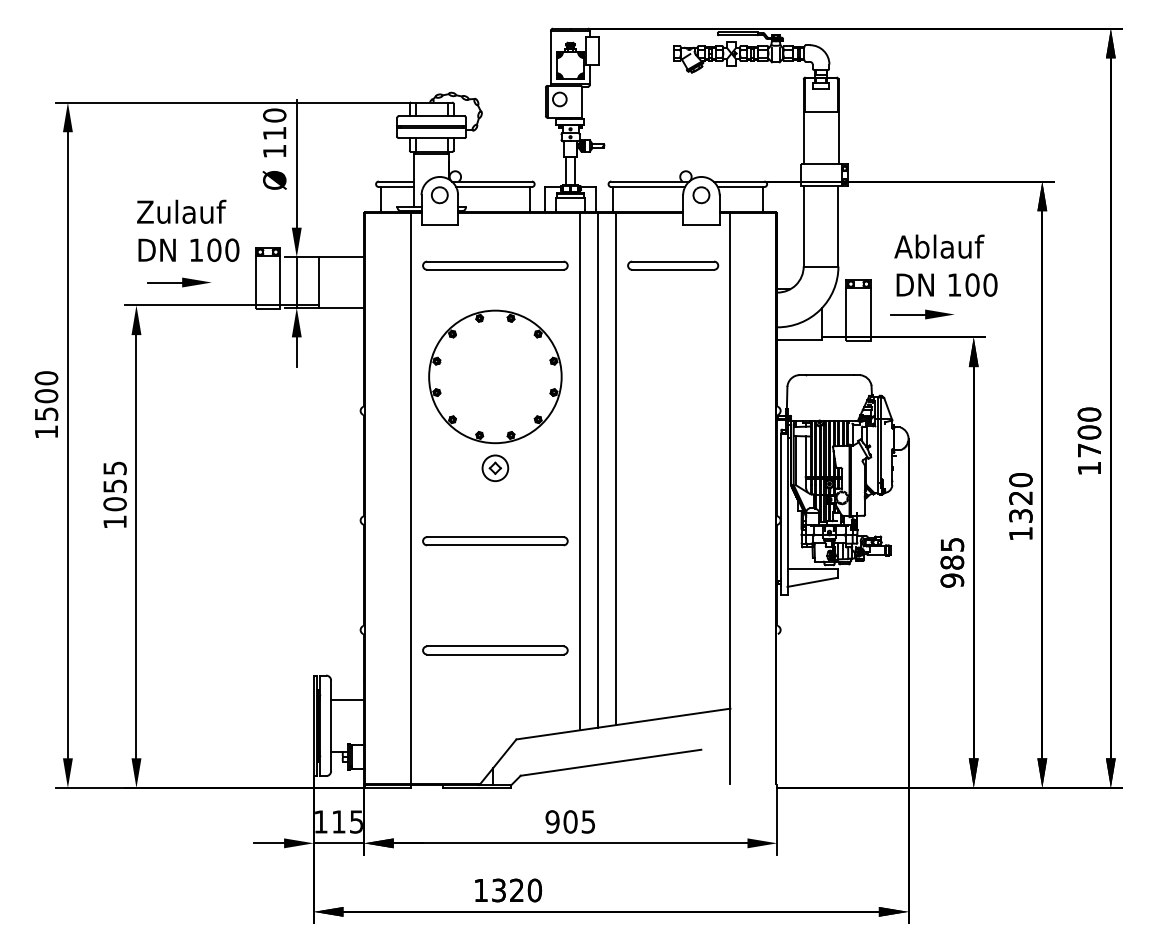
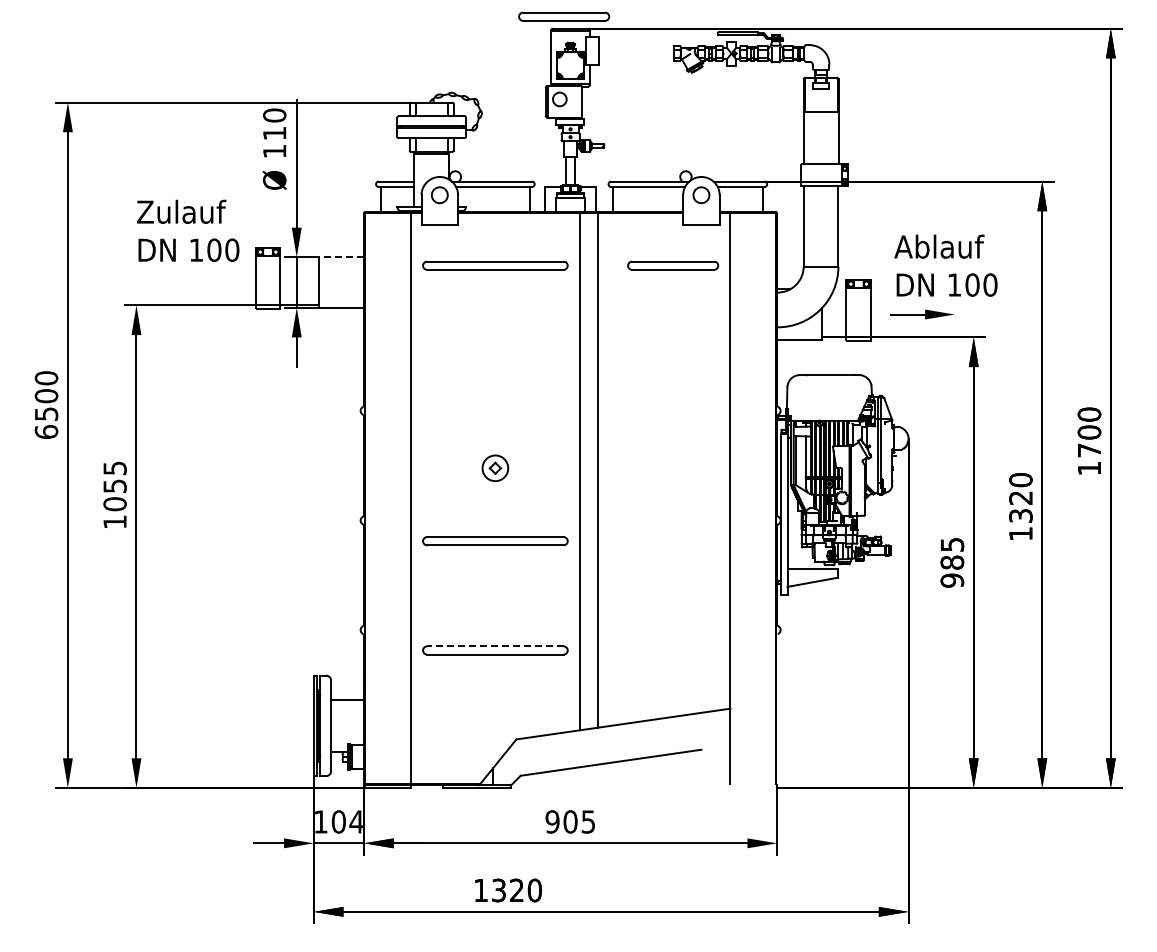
part at (564, 16): none -> present
line at (341, 257): solid -> dashed
part at (179, 282): present -> none
part at (495, 376): present -> none
text at (46, 431): 1500 -> 6500
line at (615, 468): present -> none
line at (494, 646): solid -> dashed
text at (346, 821): 115 -> 104
